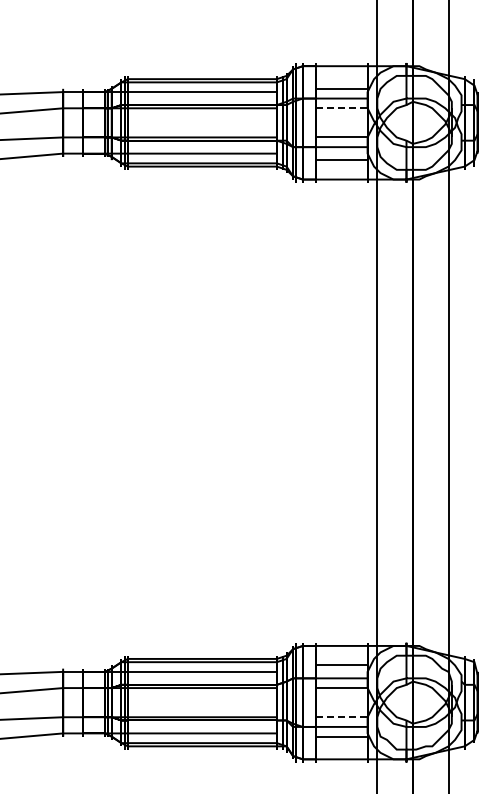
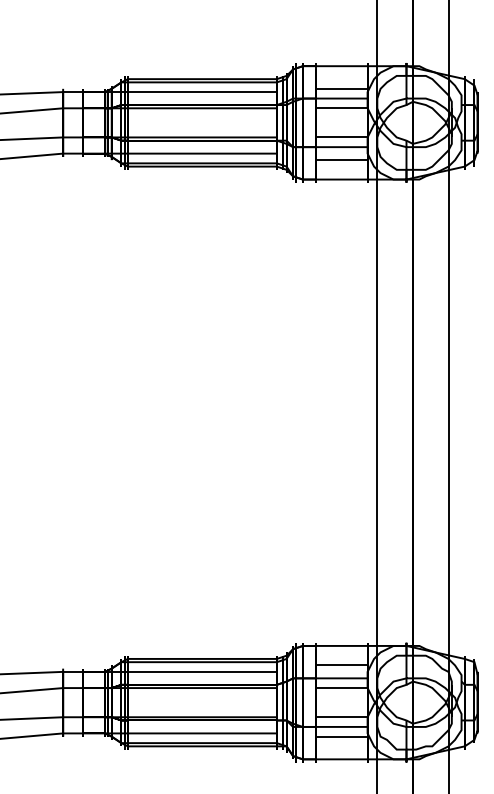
line at (341, 108): dashed -> solid
line at (341, 717): dashed -> solid
